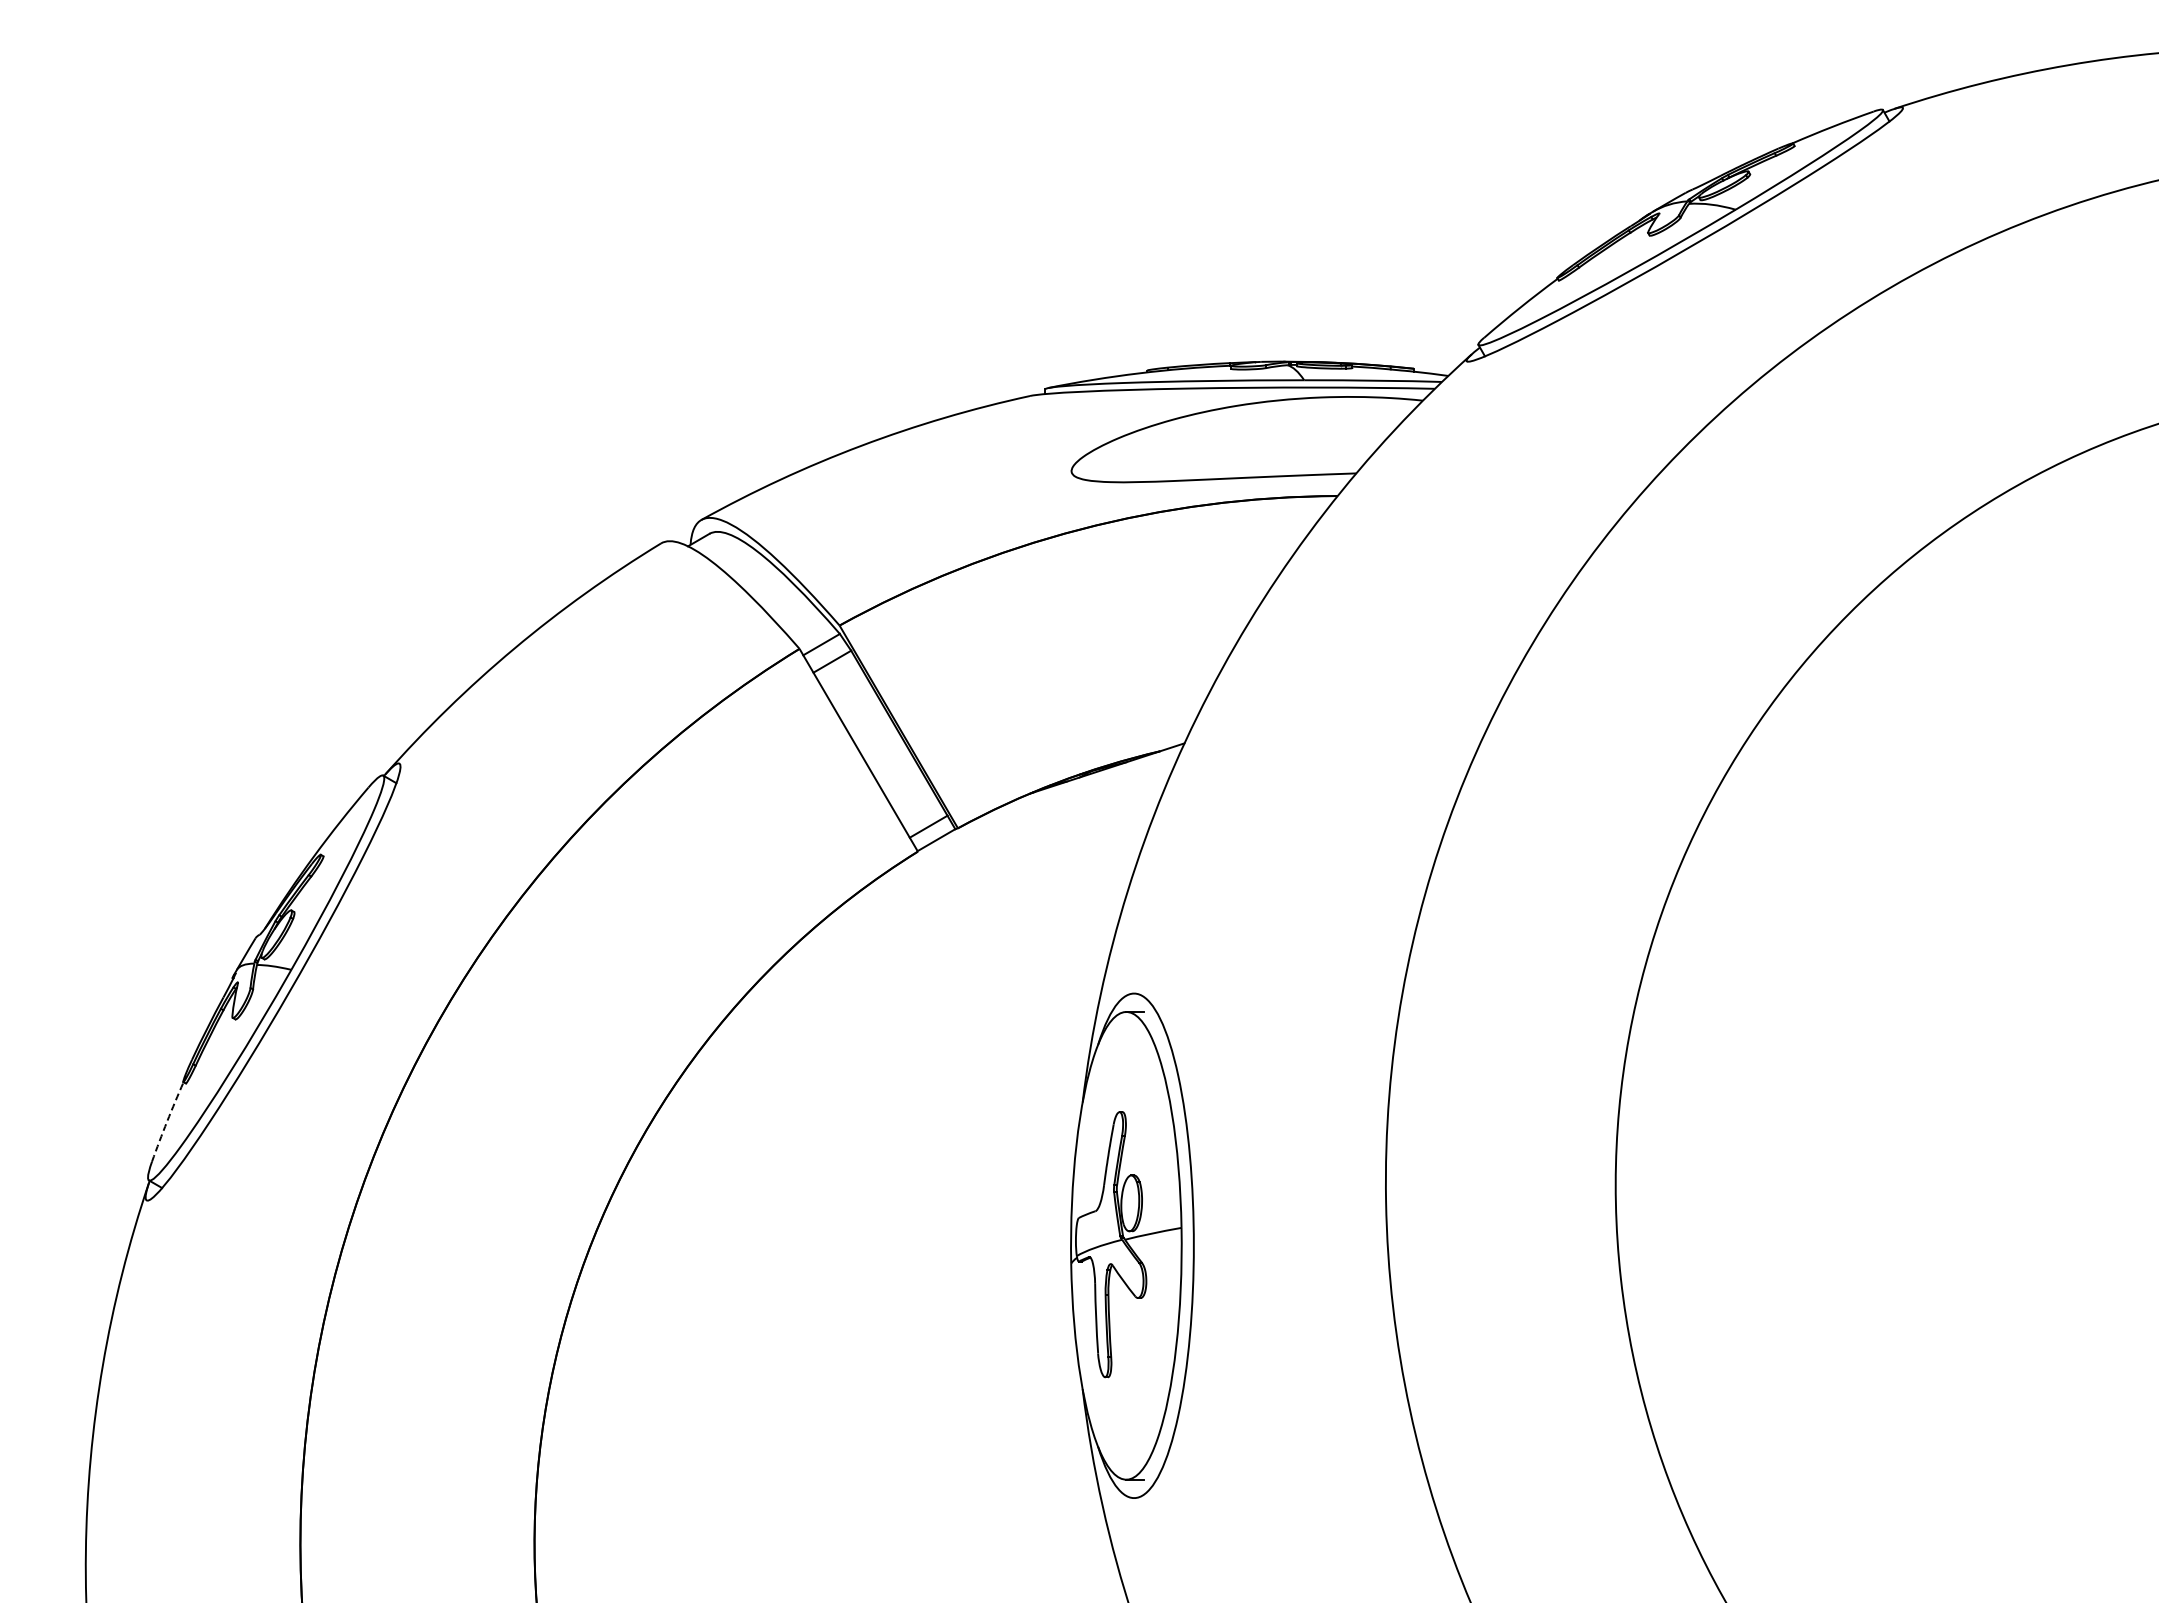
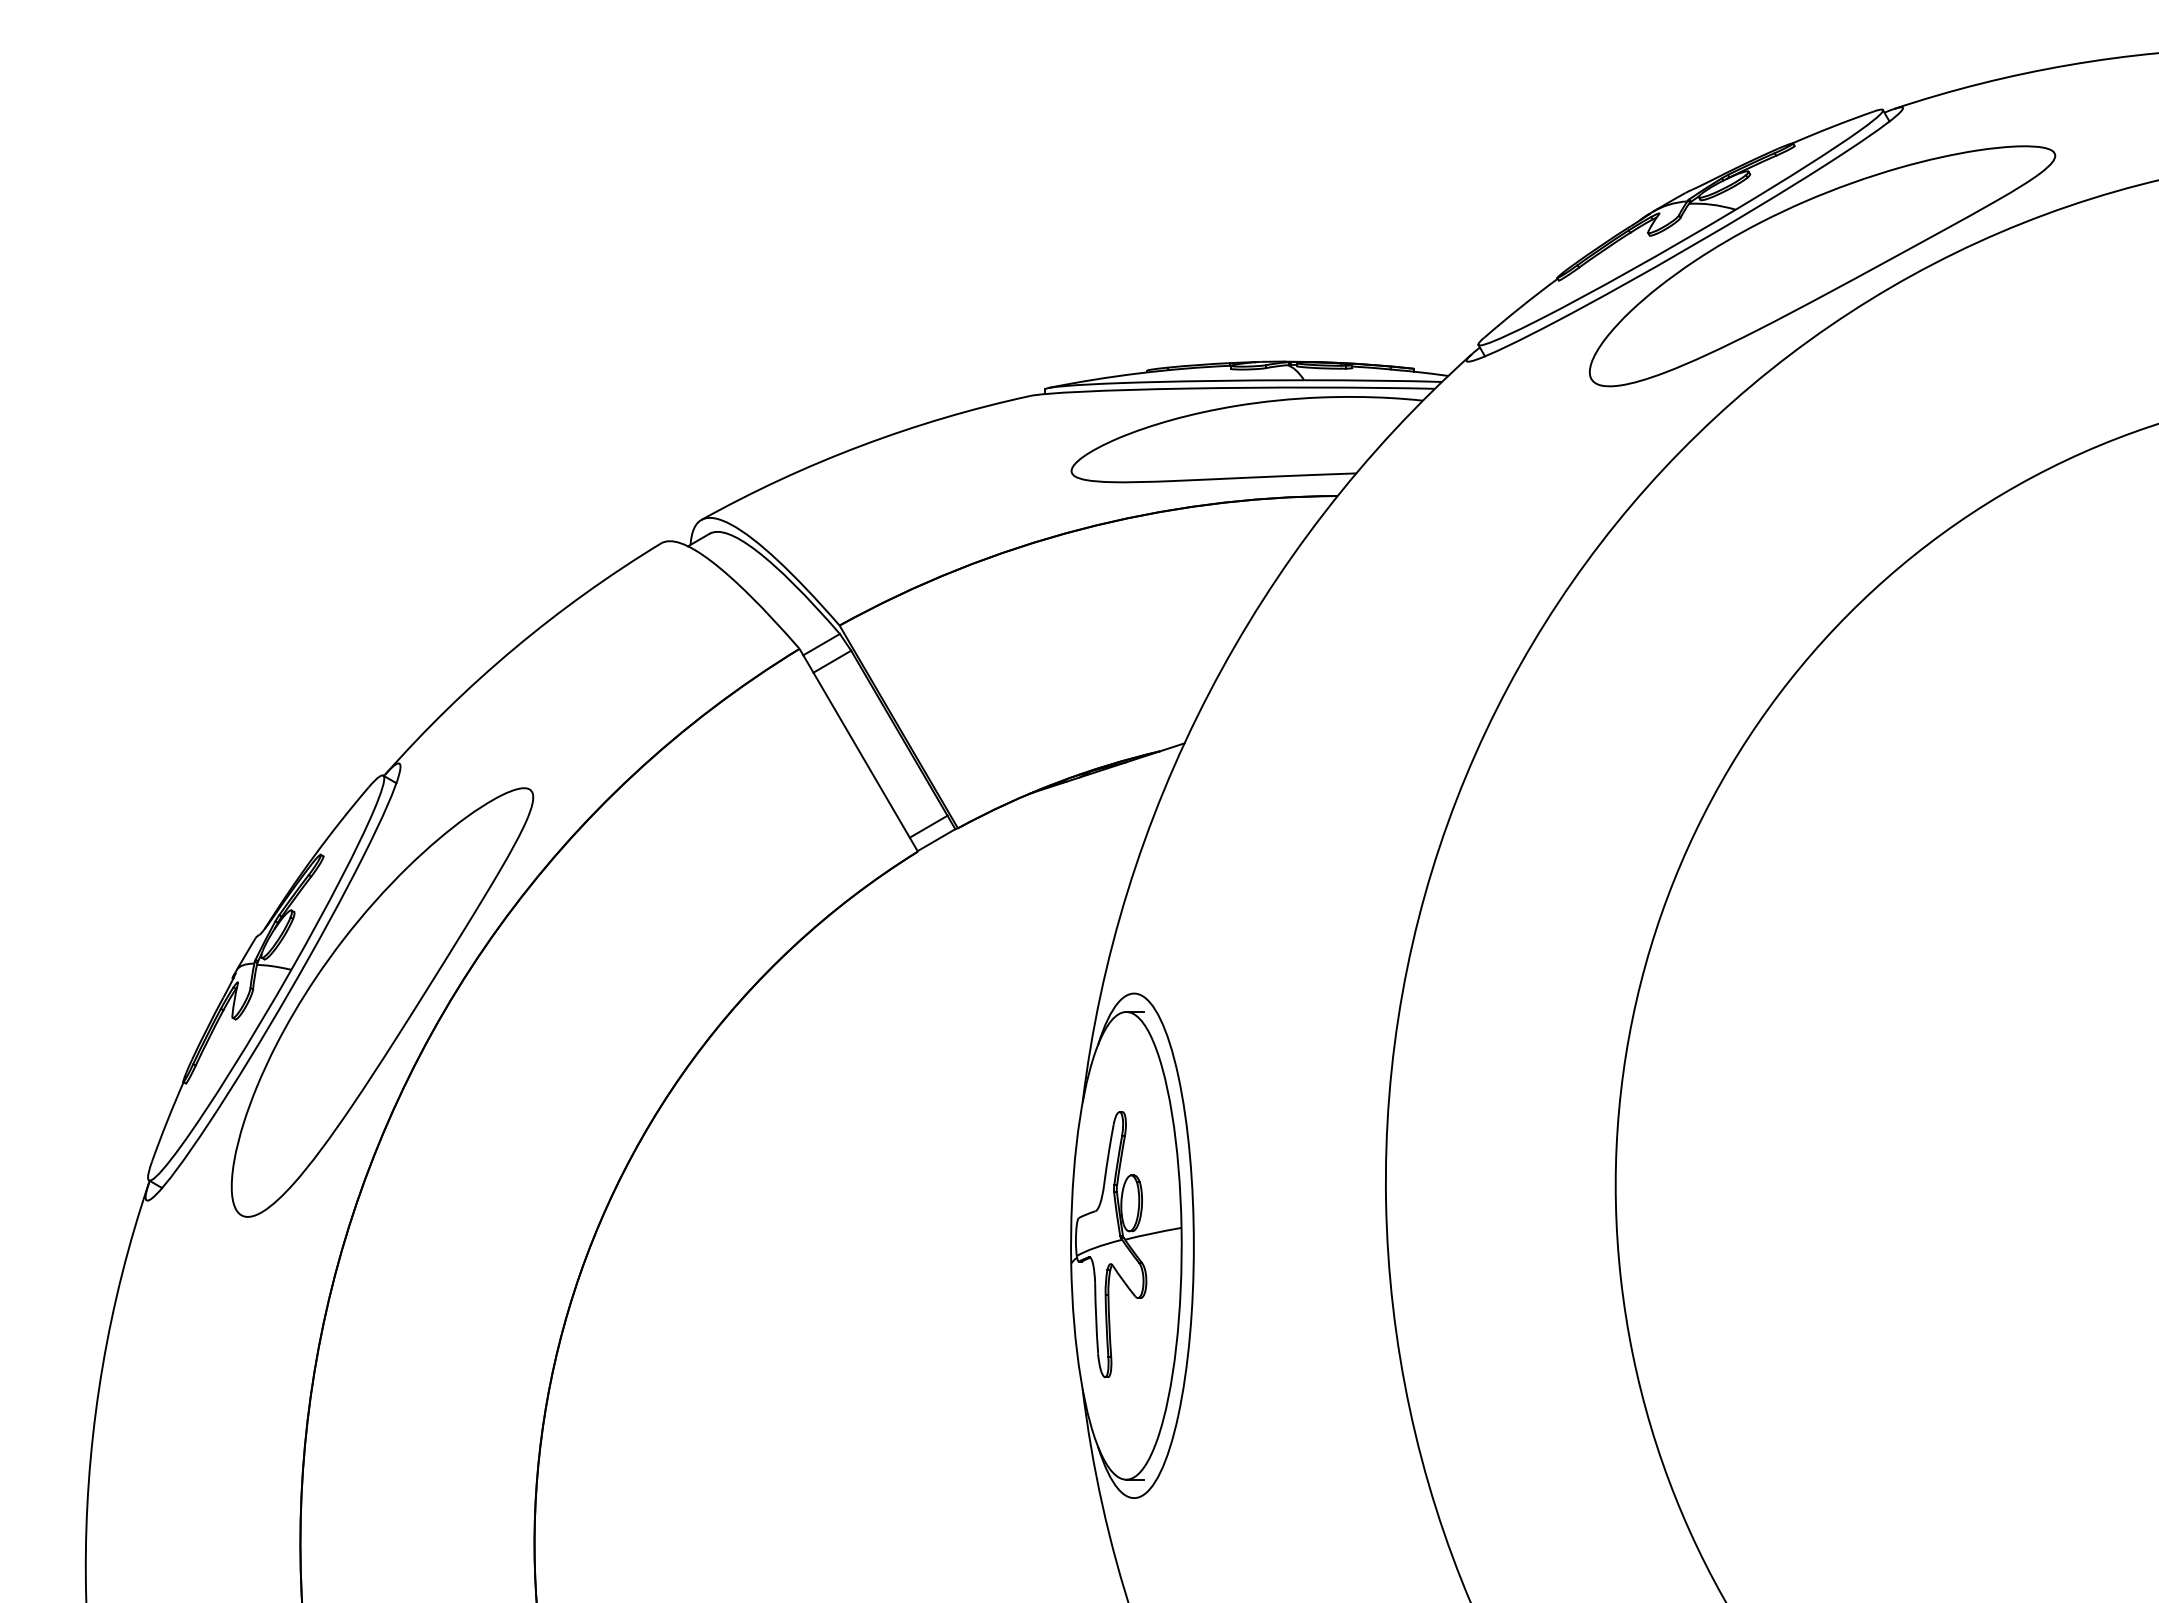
part at (1822, 266): none -> present
part at (382, 1002): none -> present
arc at (167, 1121): dashed -> solid
